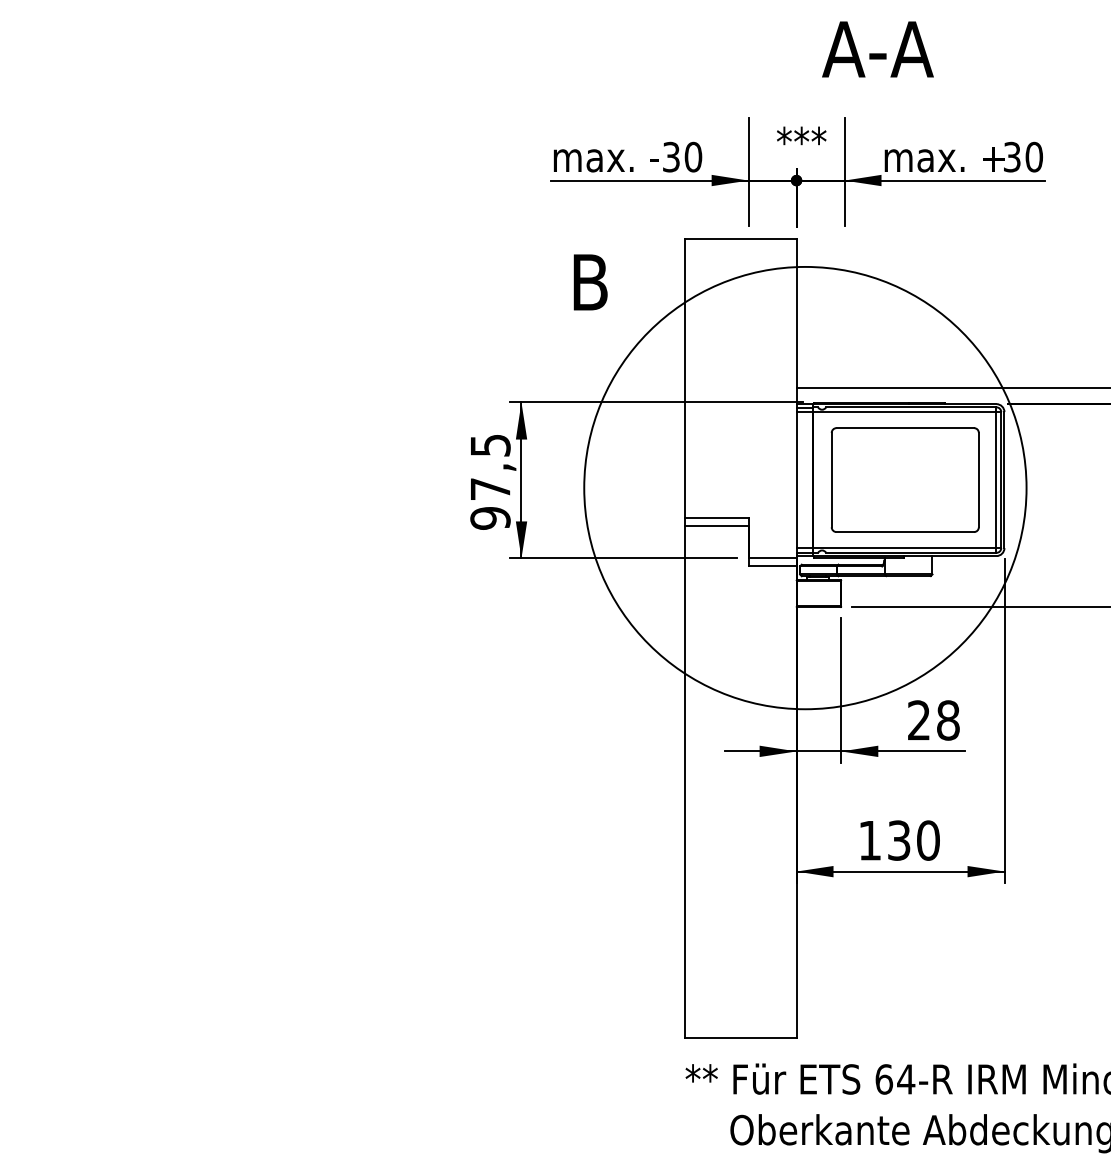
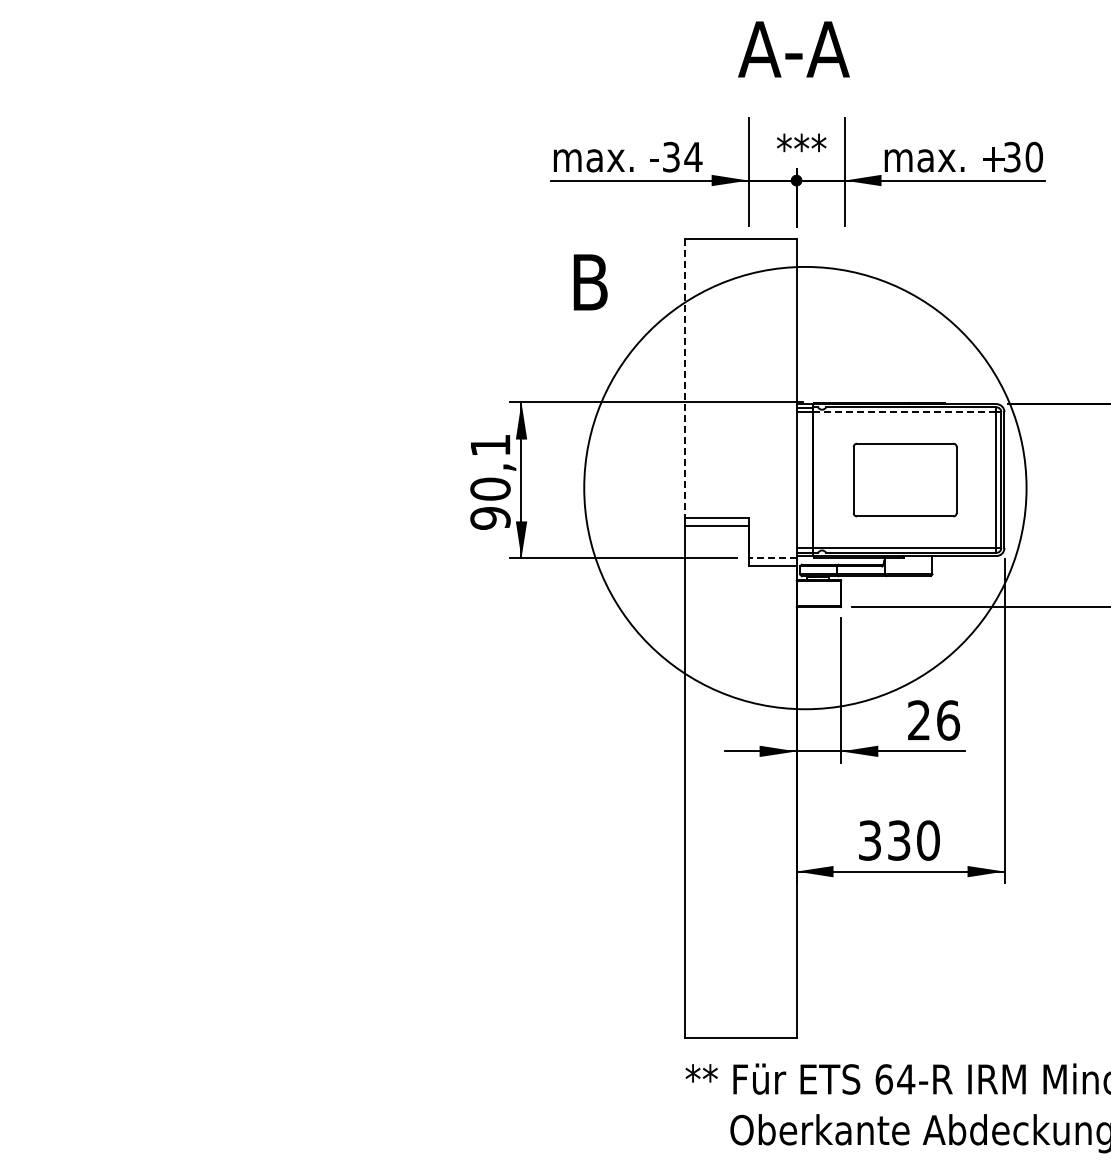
text at (877, 49) position: (877, 49) -> (793, 49)
text at (801, 135) position: (801, 135) -> (801, 142)
text at (693, 156): 30 -> 34
line at (684, 378): solid -> dashed
line at (951, 388): present -> none
line at (904, 412): solid -> dashed
text at (490, 467): 97,5 -> 90,1
part at (904, 479) size: 150x106 px -> 106x76 px
line at (772, 558): solid -> dashed
text at (948, 720): 28 -> 26
text at (869, 840): 130 -> 330
